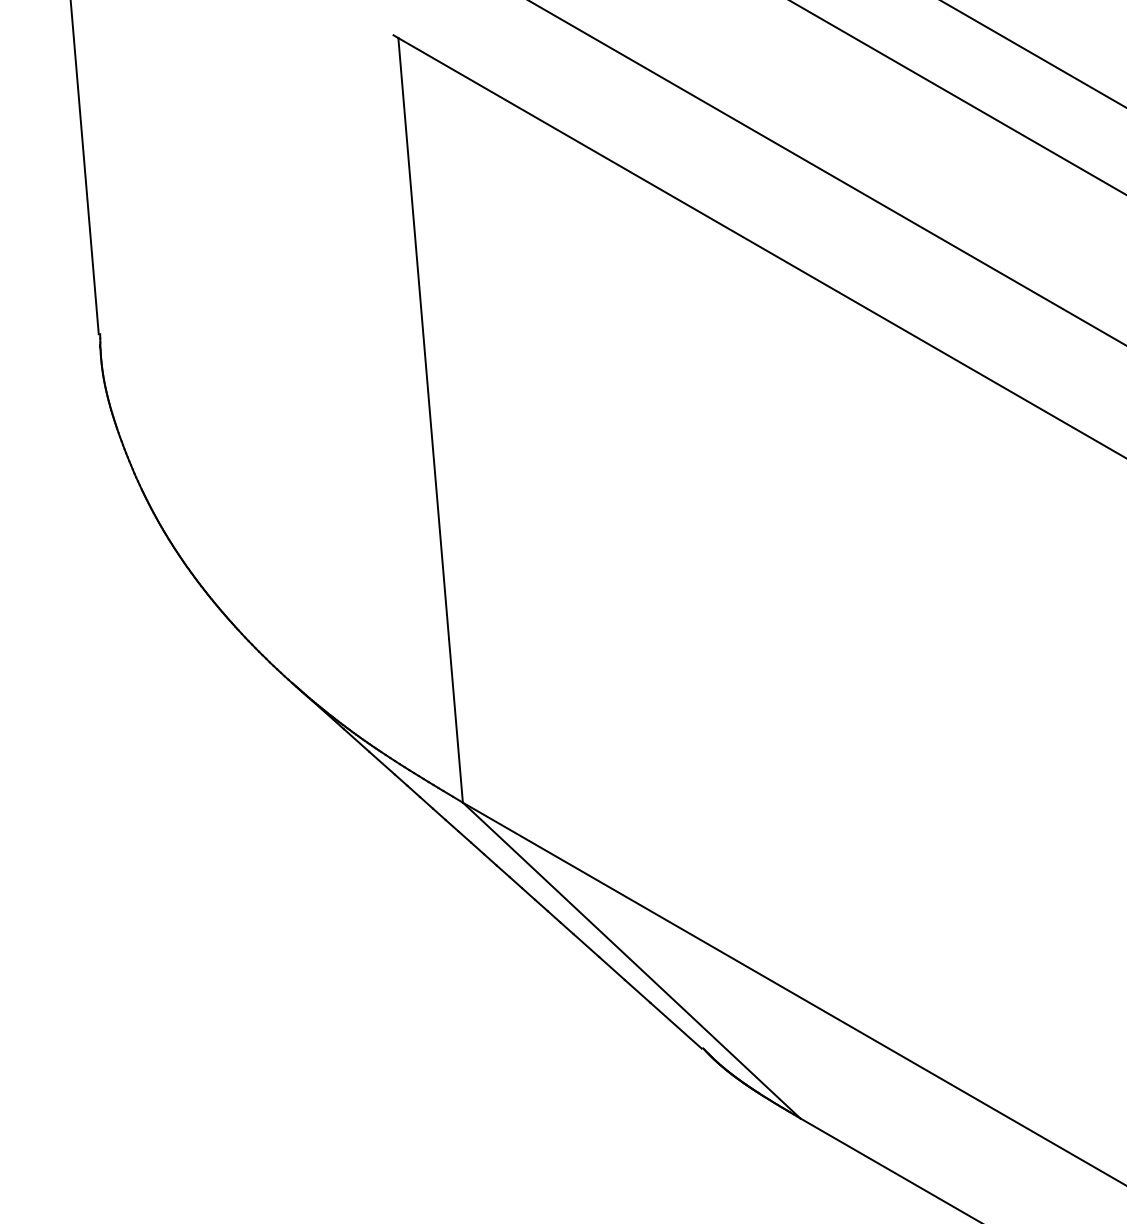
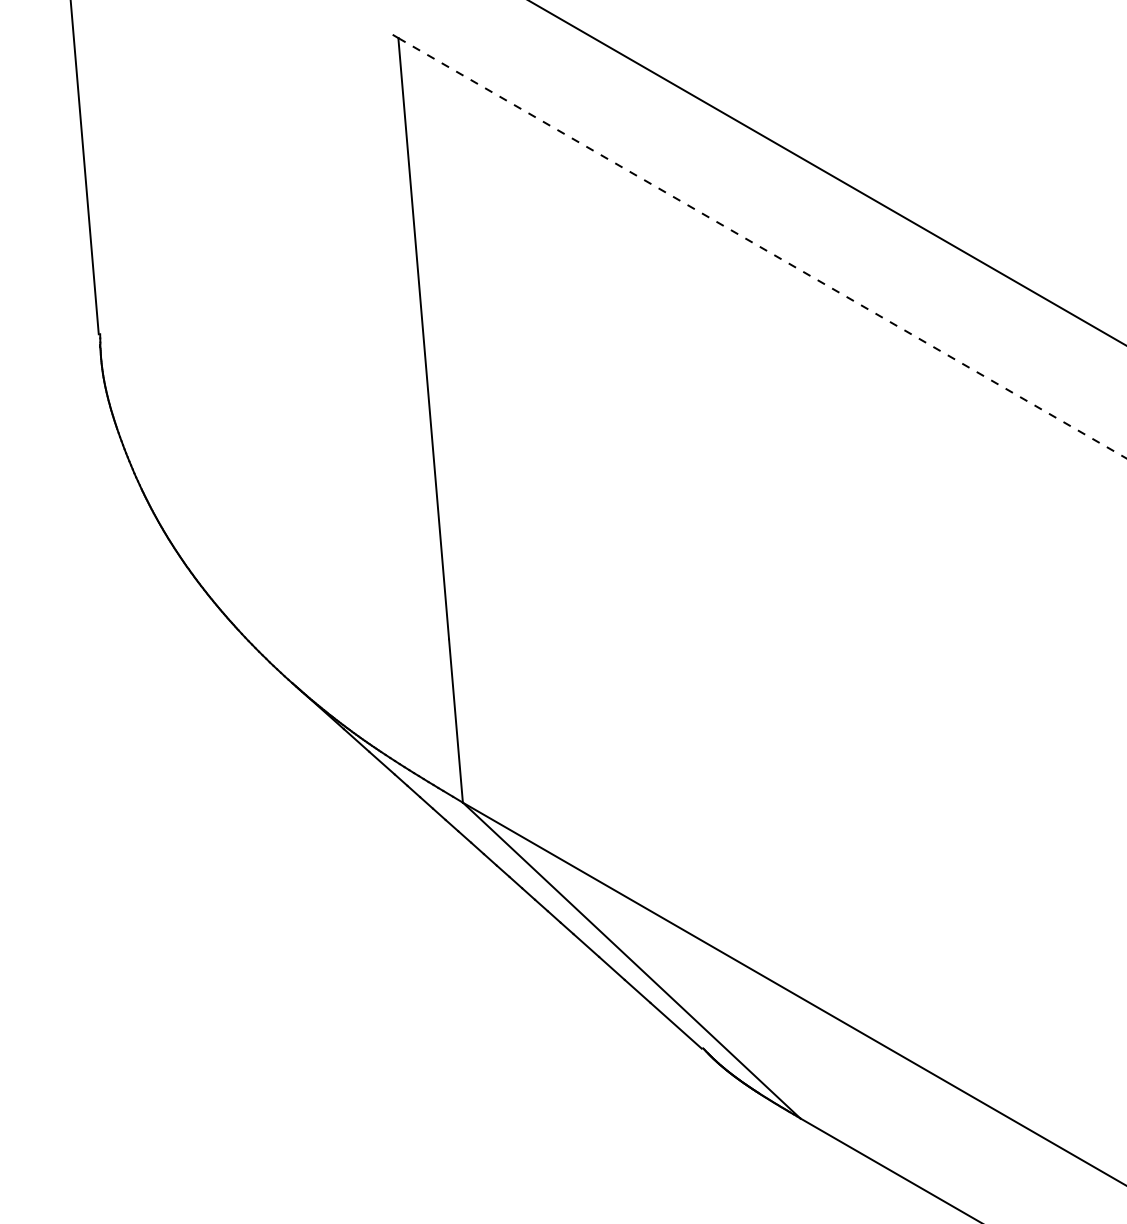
line at (1033, 54): present -> none
line at (957, 97): present -> none
line at (762, 248): solid -> dashed
